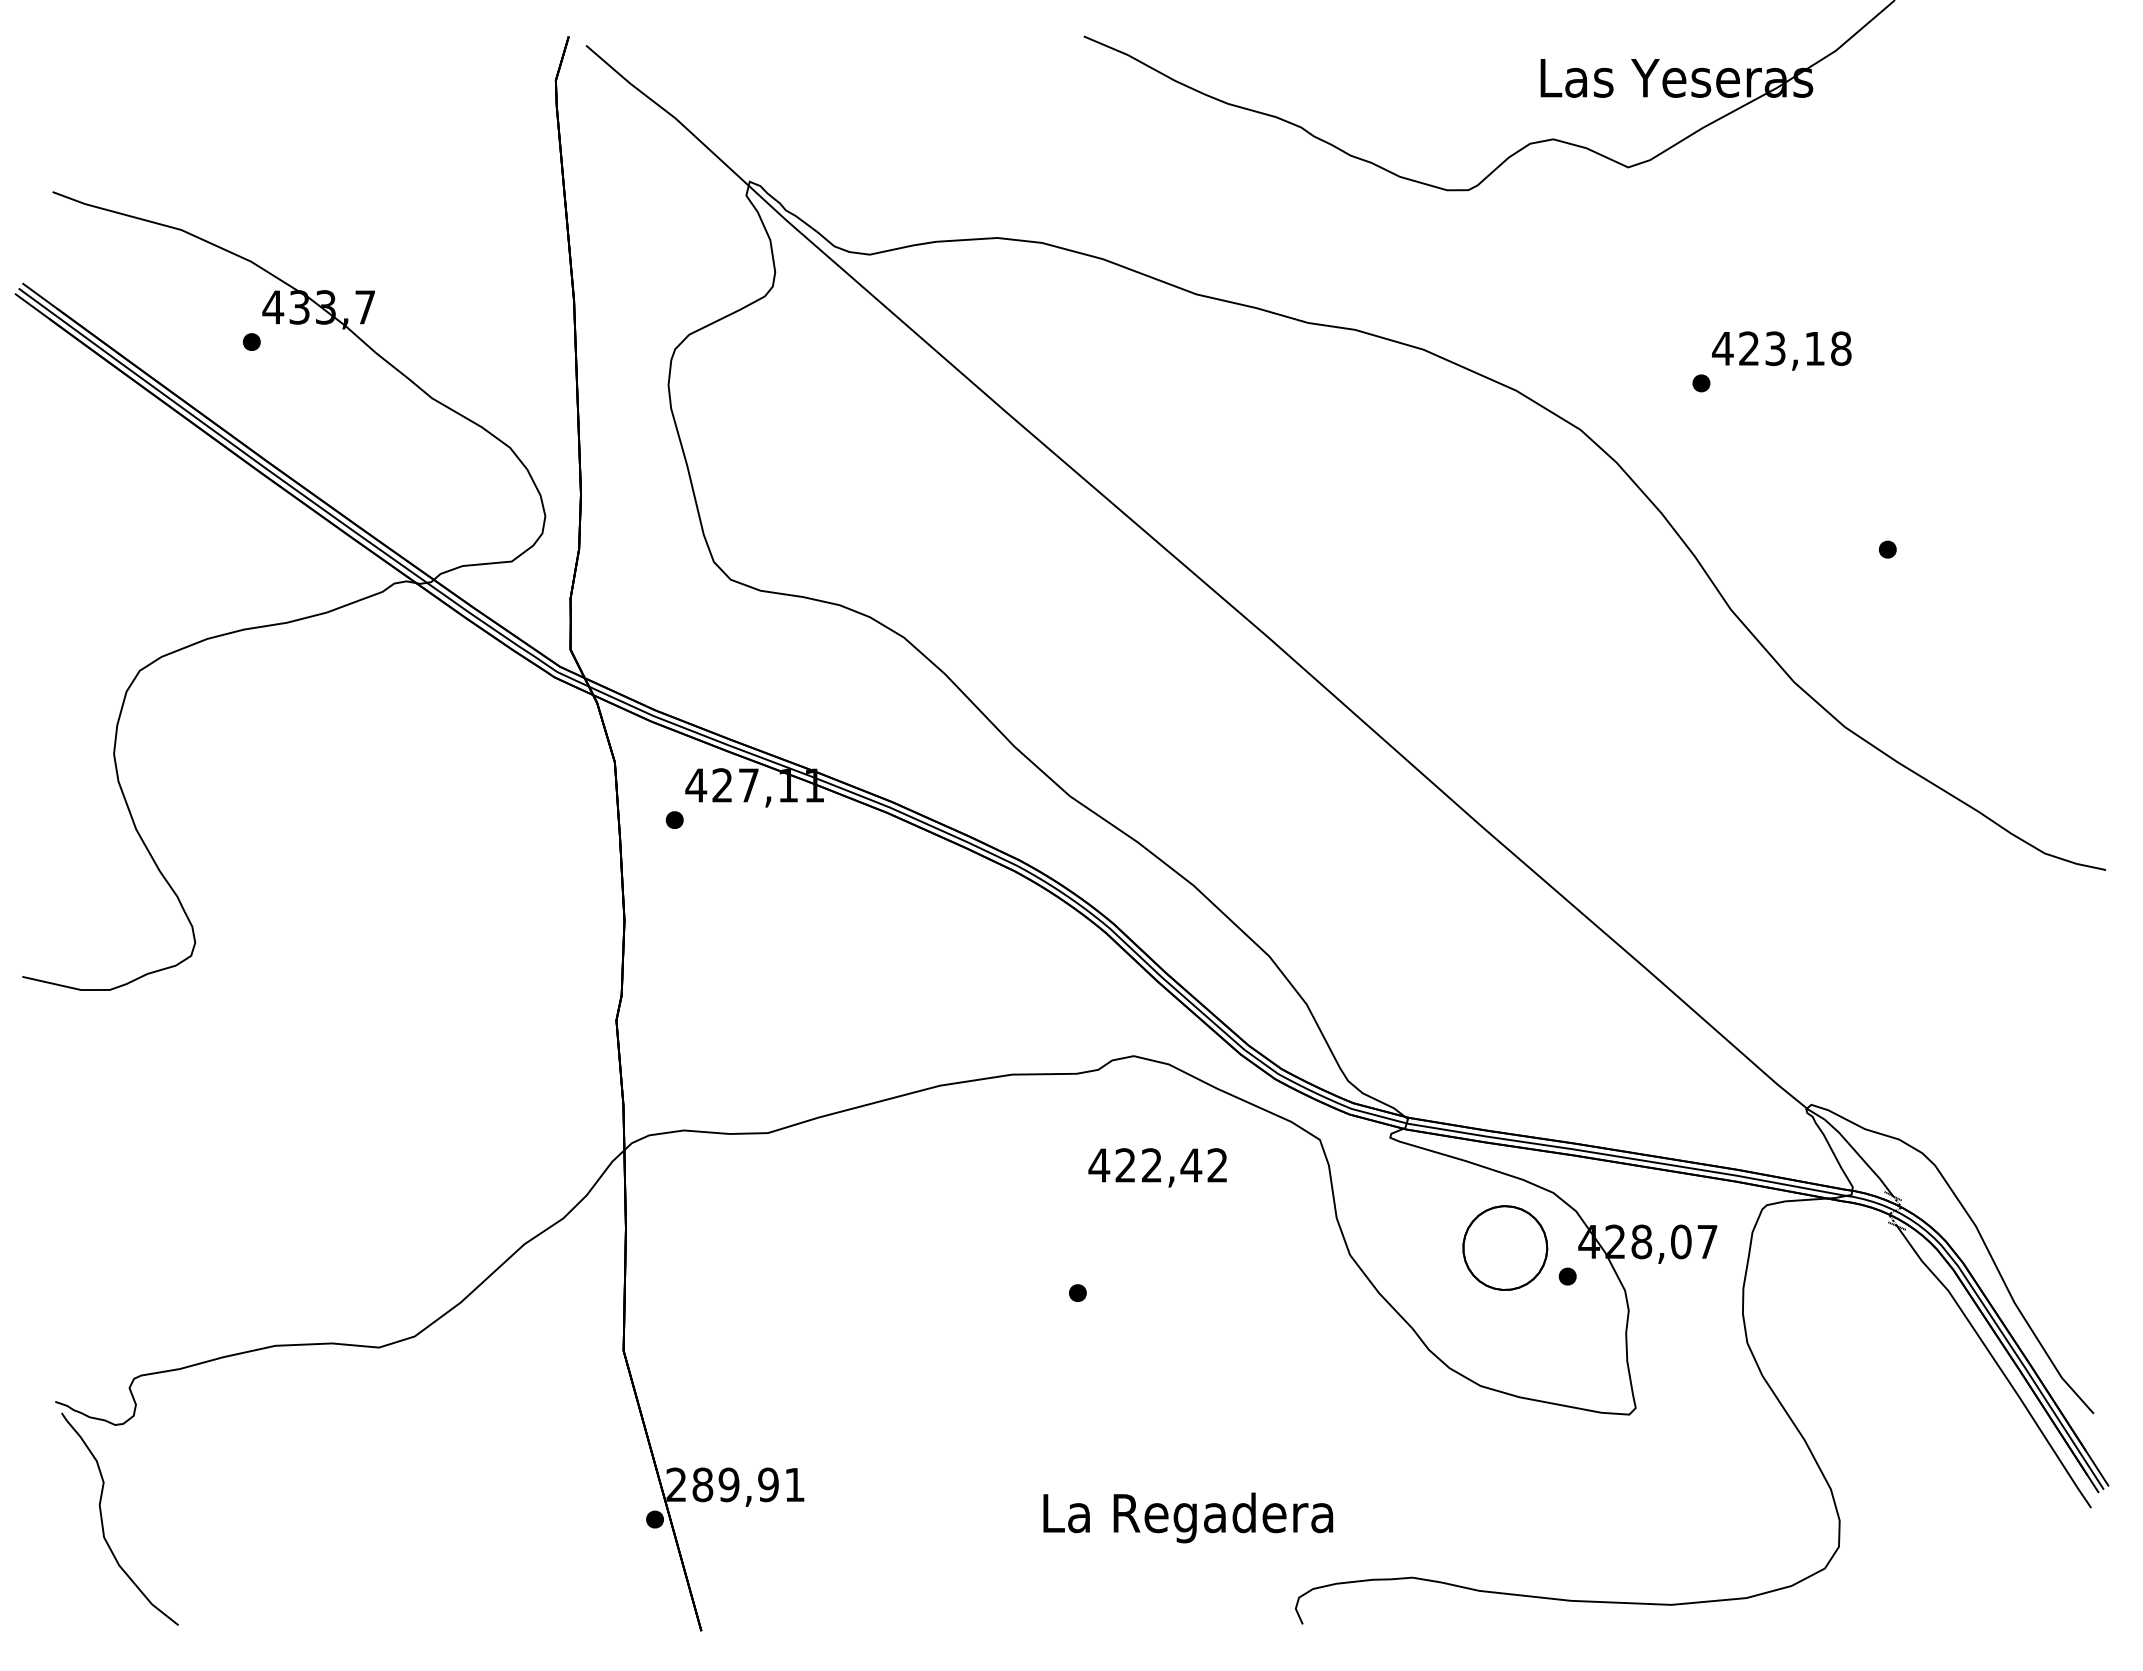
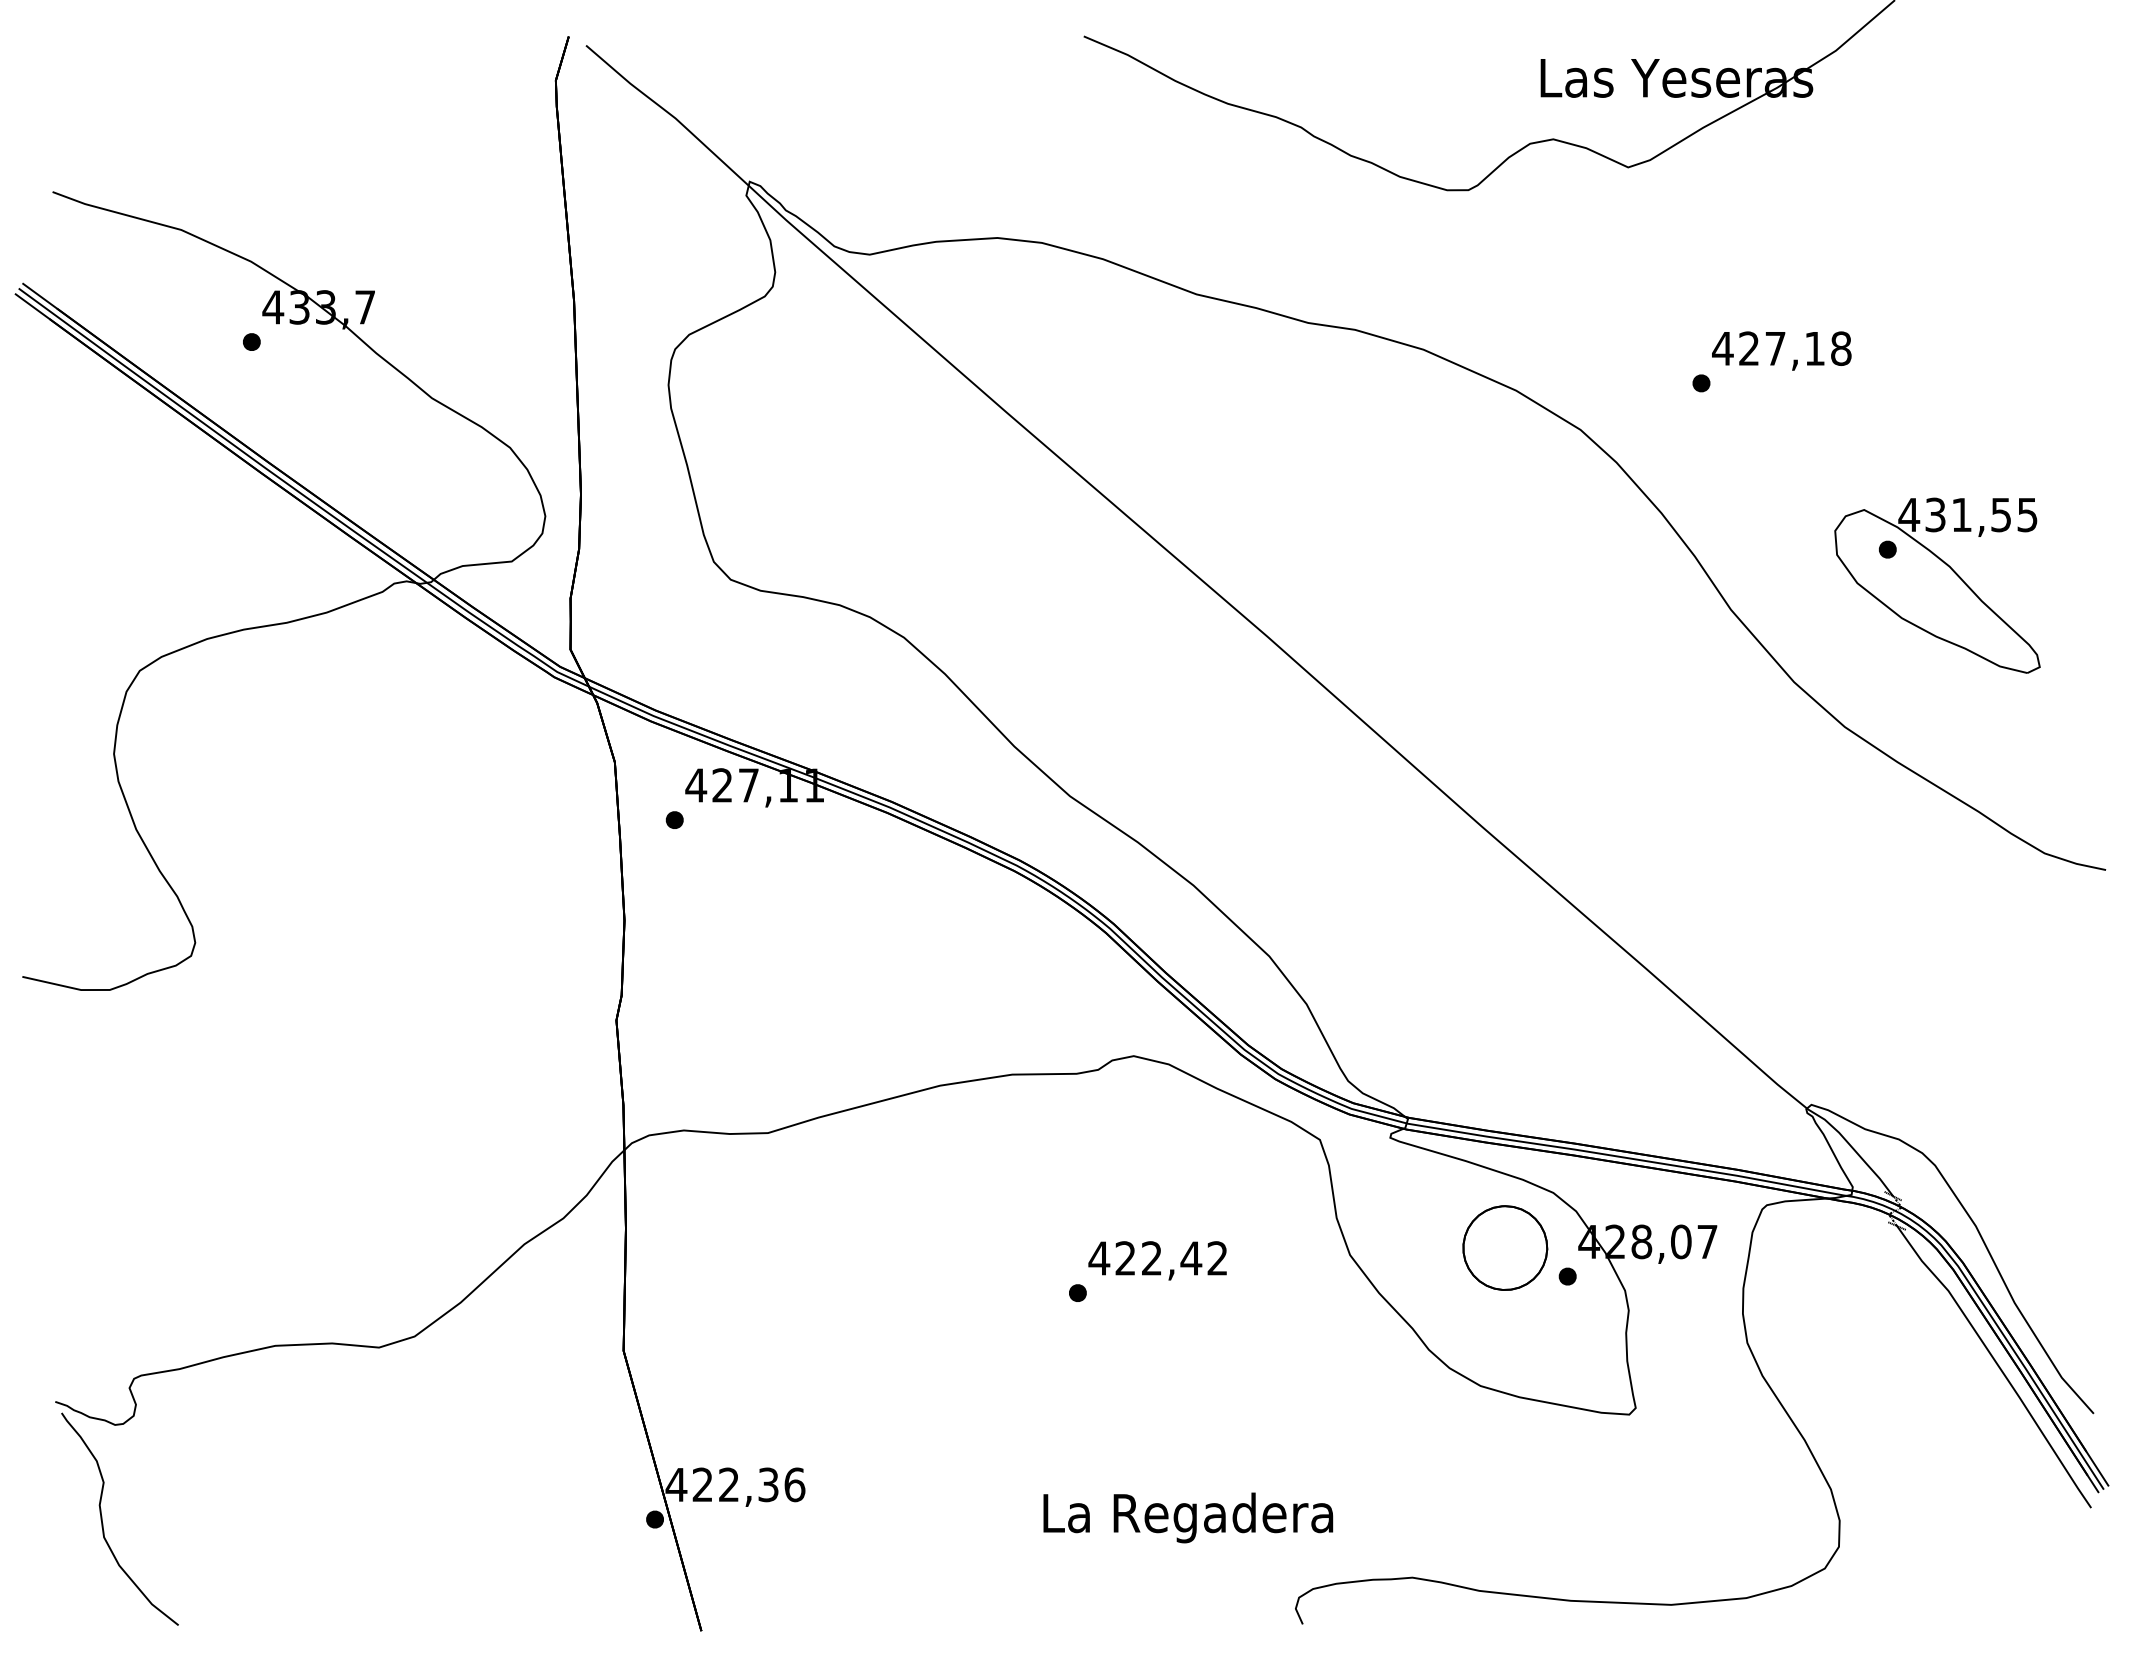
text at (1775, 348): 423,18 -> 427,18
part at (1937, 585): none -> present
text at (1157, 1167) position: (1157, 1167) -> (1157, 1260)
text at (735, 1484): 289,91 -> 422,36
